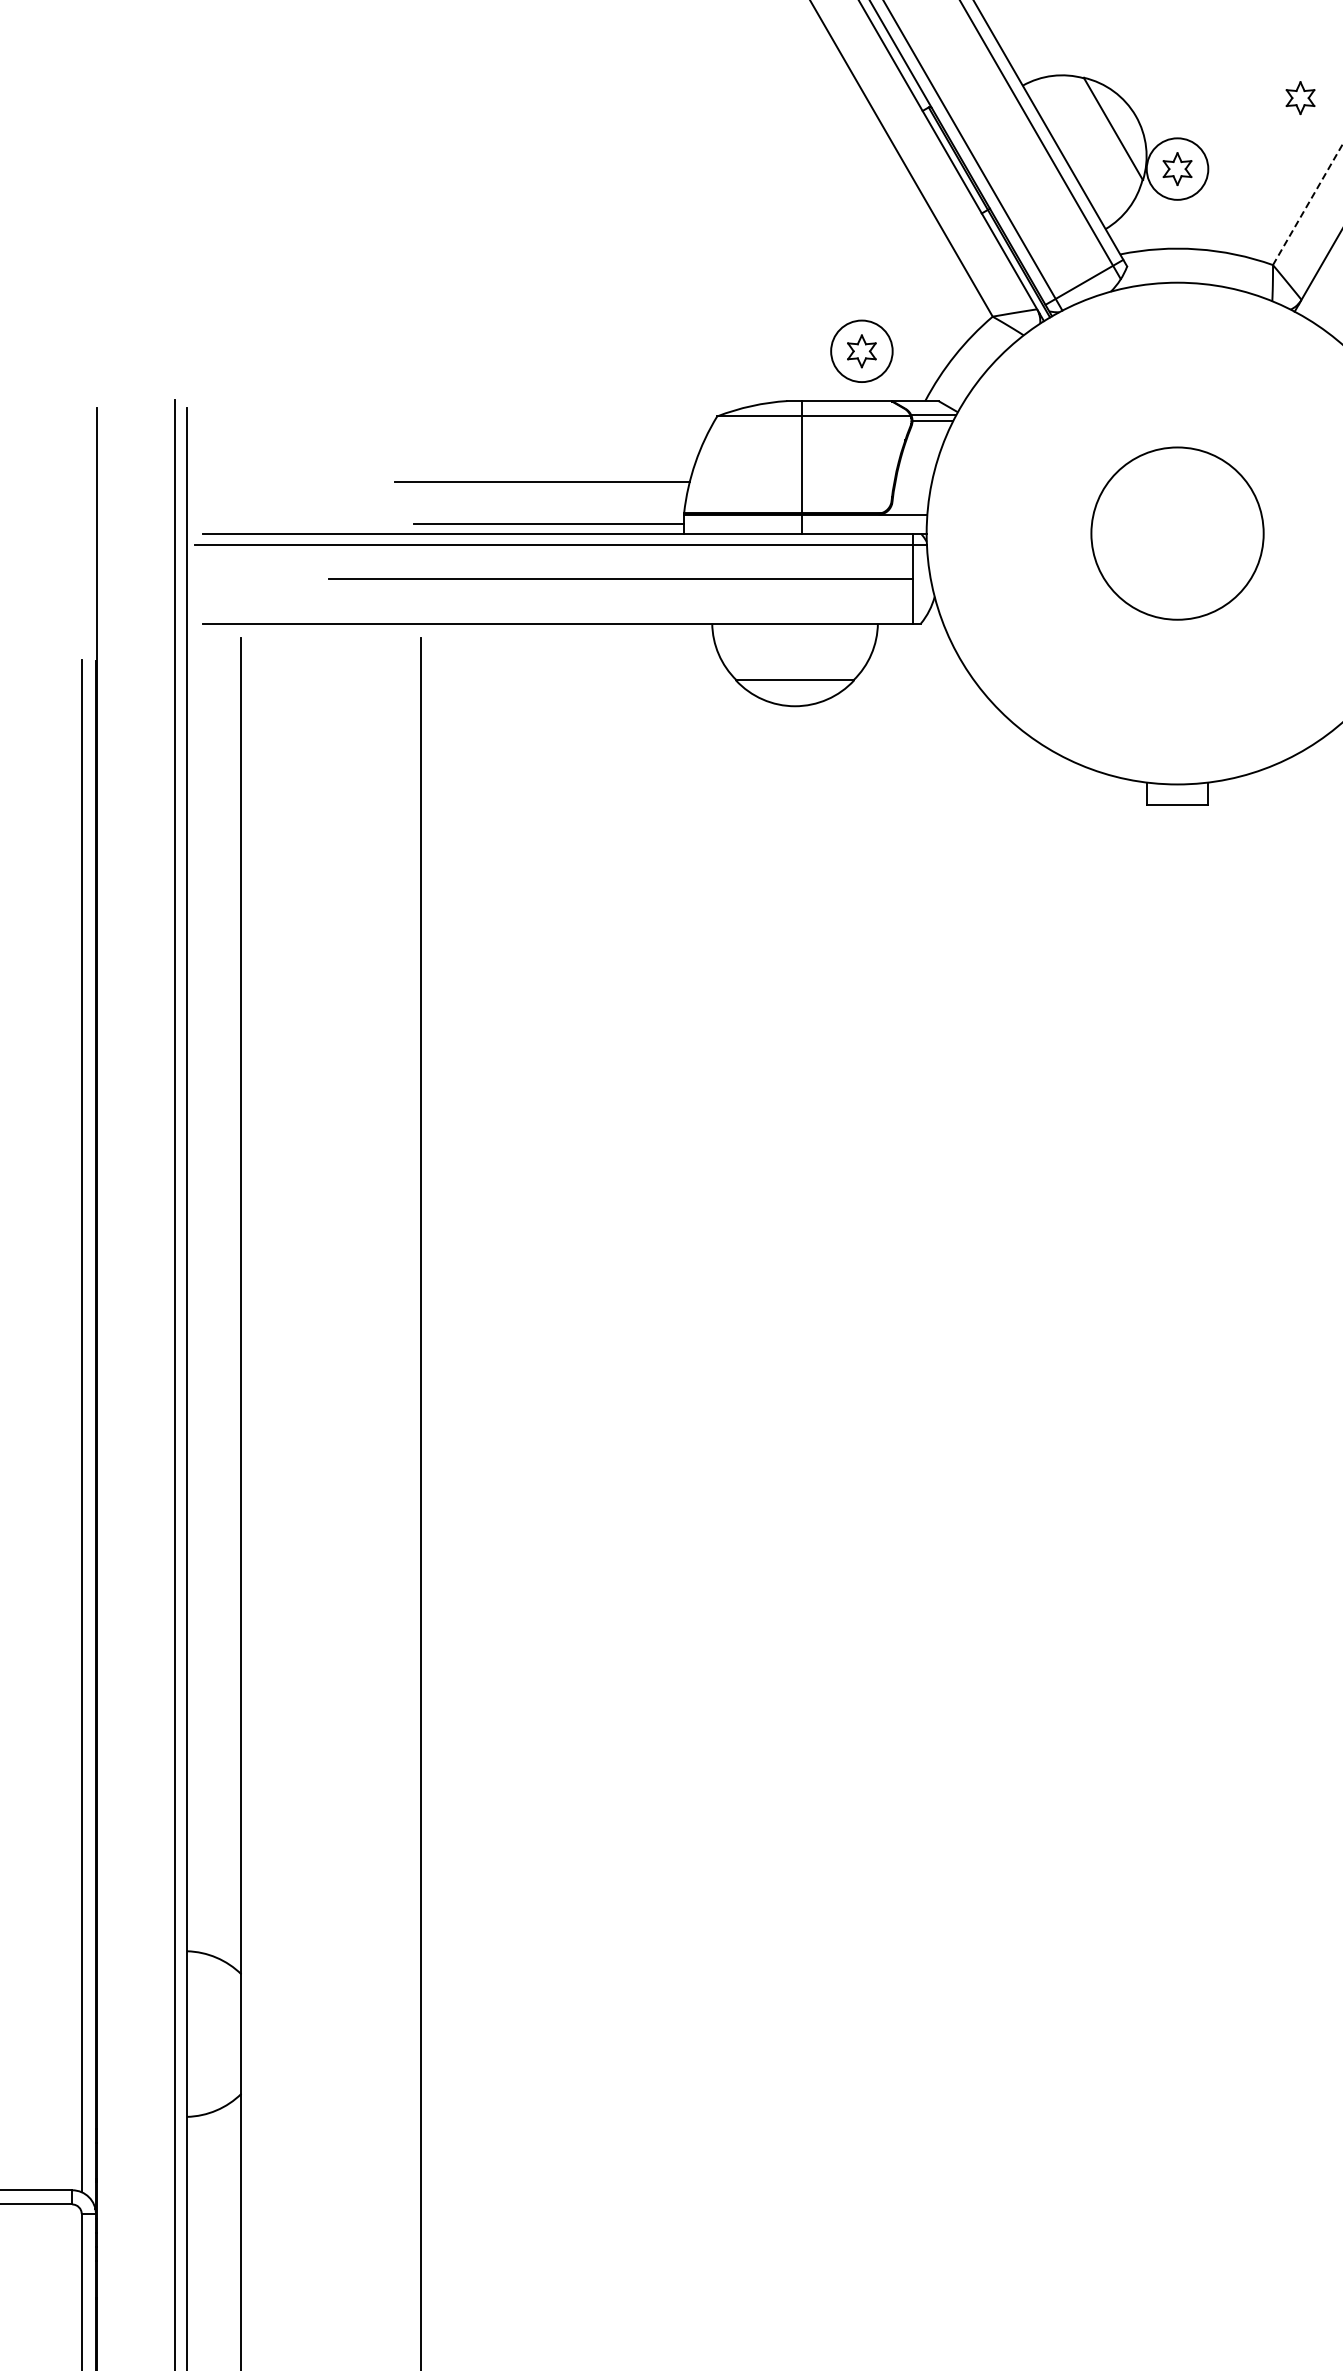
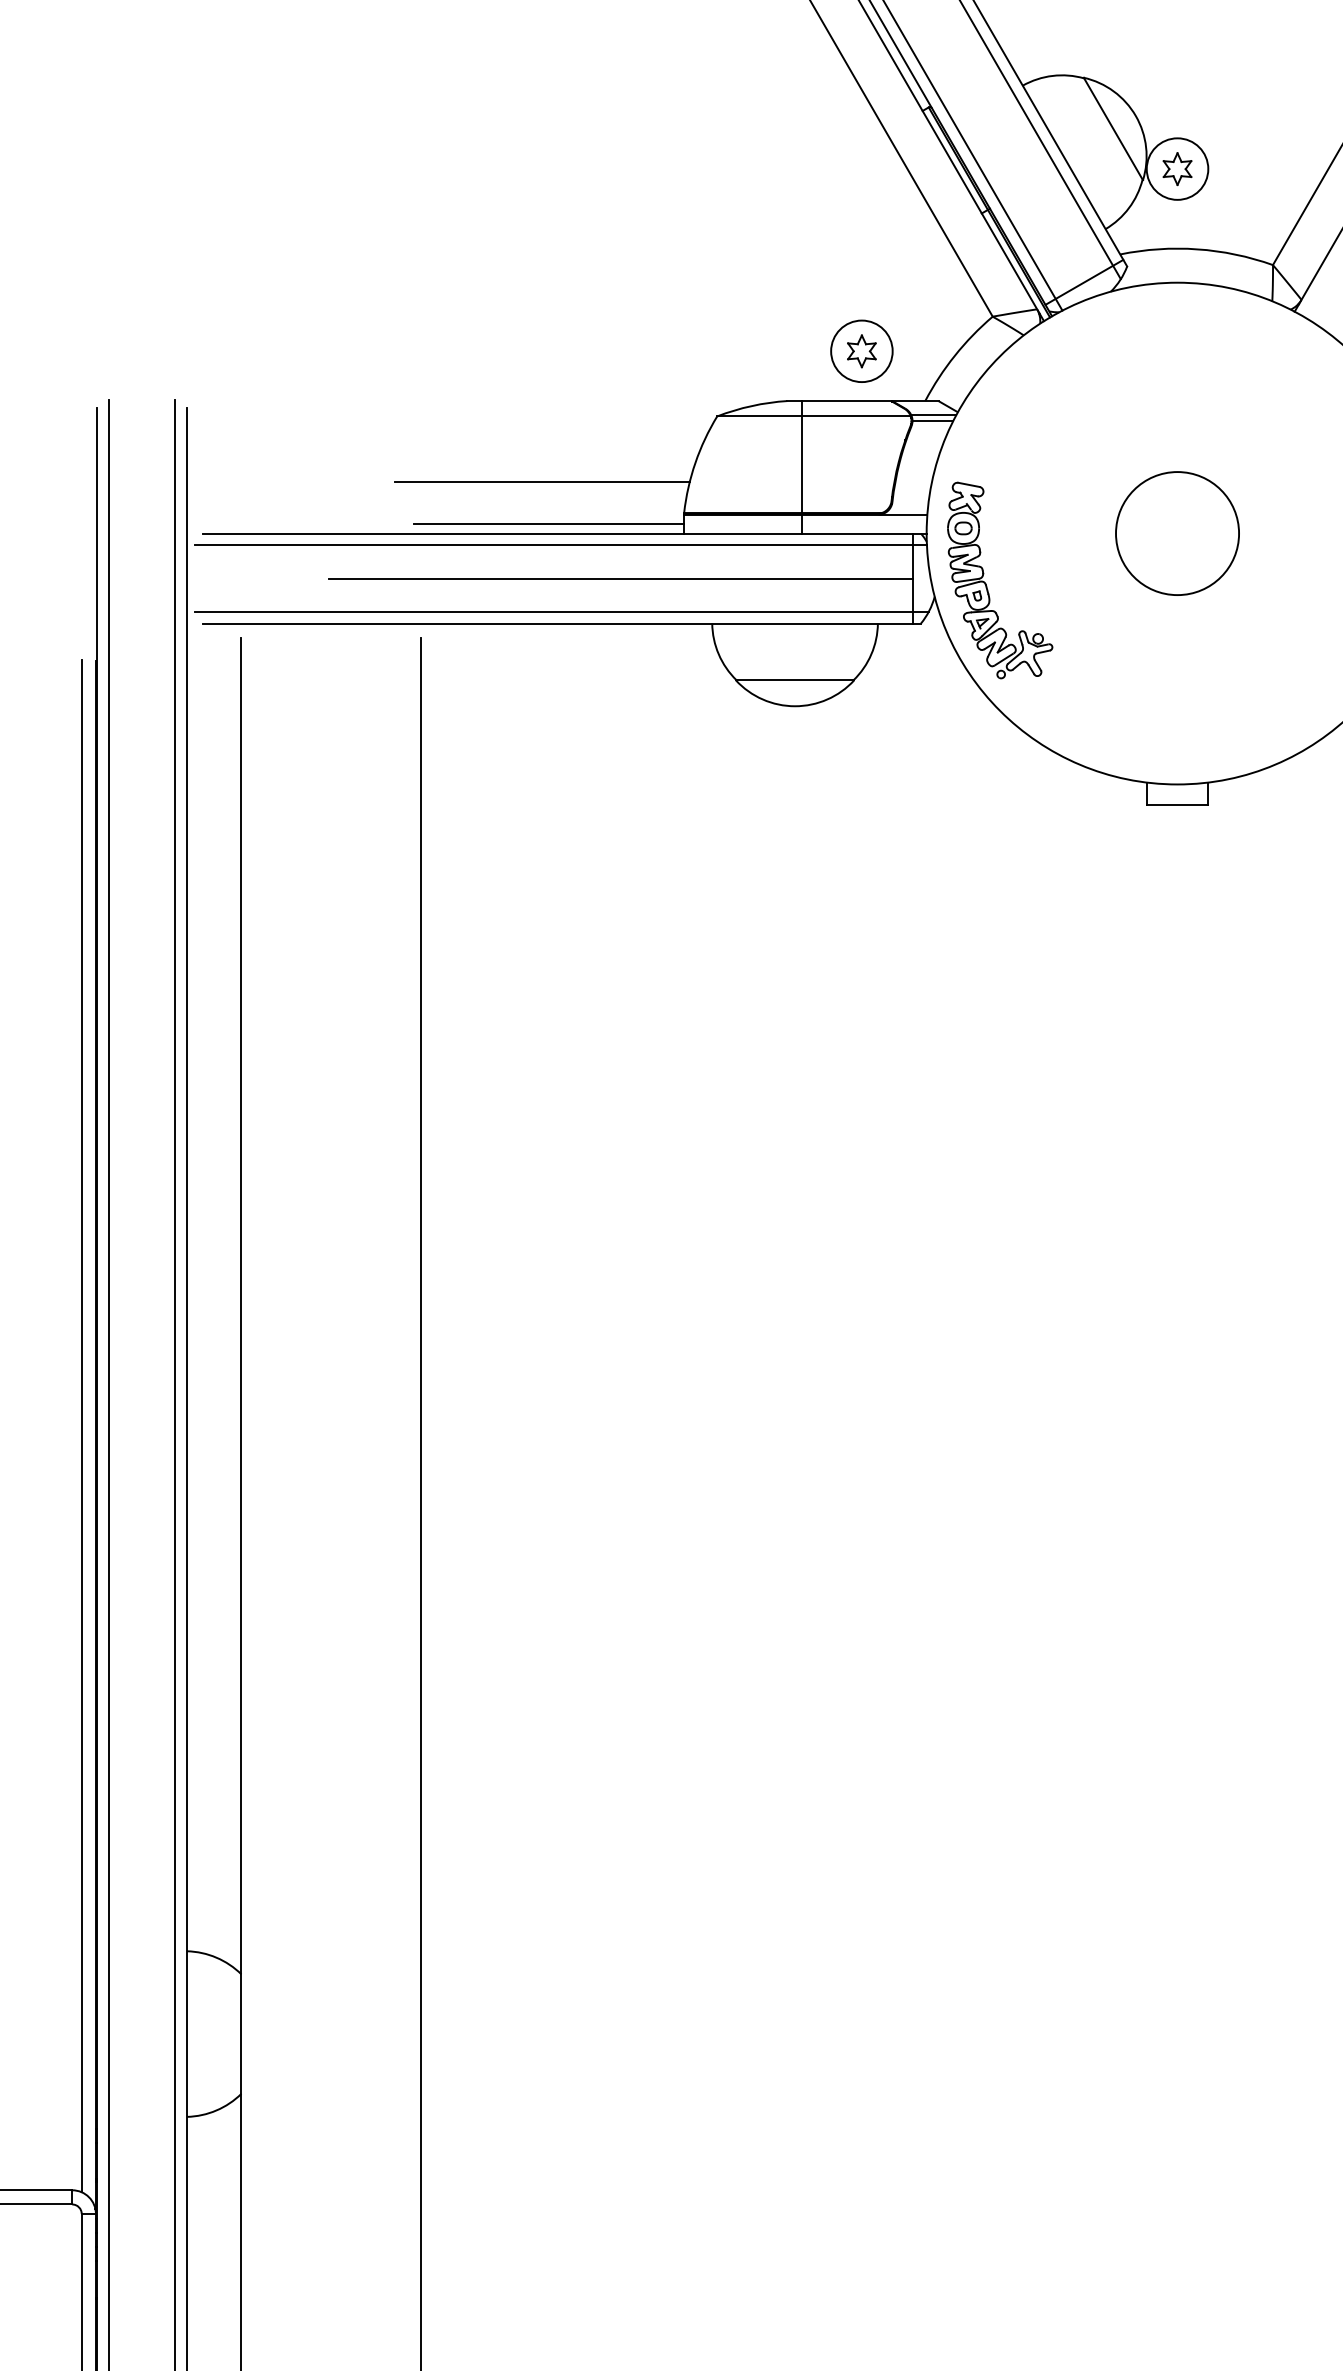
part at (1300, 98): present -> none
line at (1307, 204): dashed -> solid
circle at (1177, 533) size: 175x175 px -> 125x125 px
part at (986, 583): none -> present
line at (561, 611): none -> present
line at (108, 1383): none -> present
